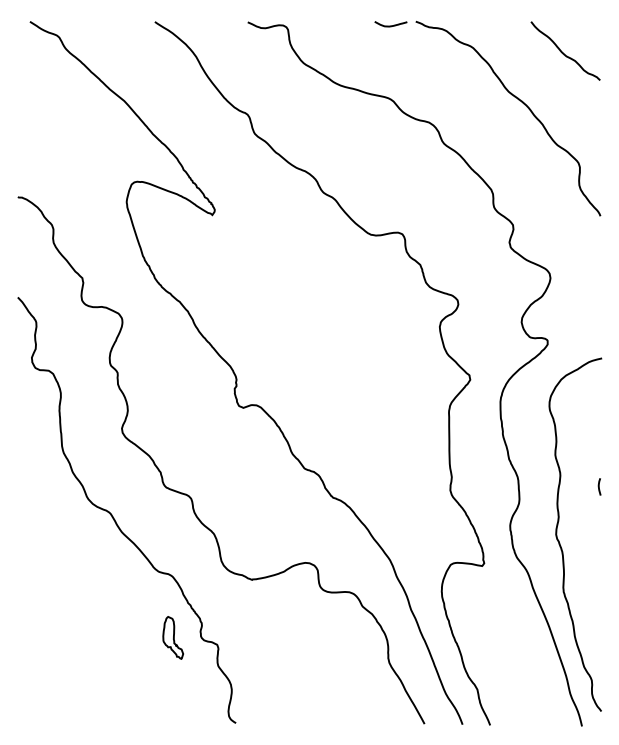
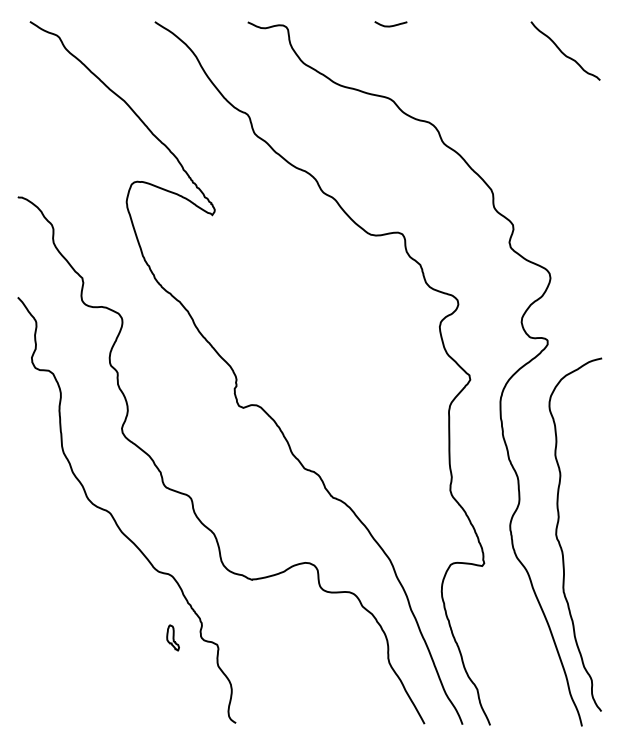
curve at (522, 103): present -> none
curve at (599, 486): present -> none
part at (172, 637) size: 22x44 px -> 14x28 px
